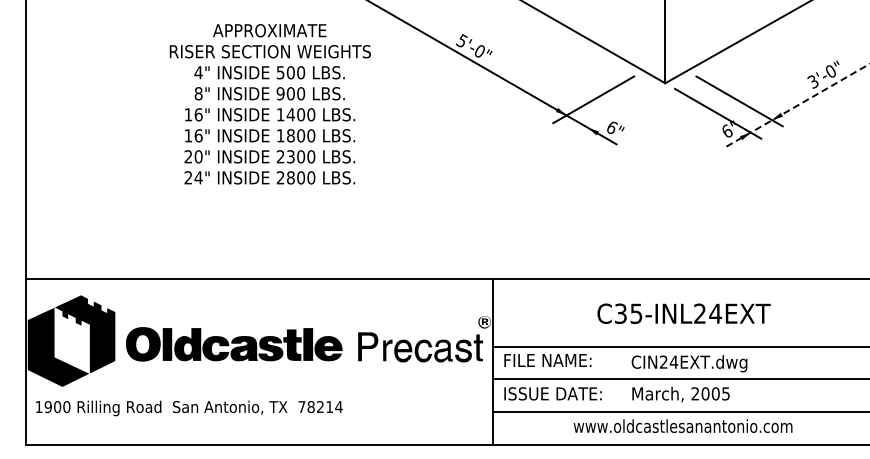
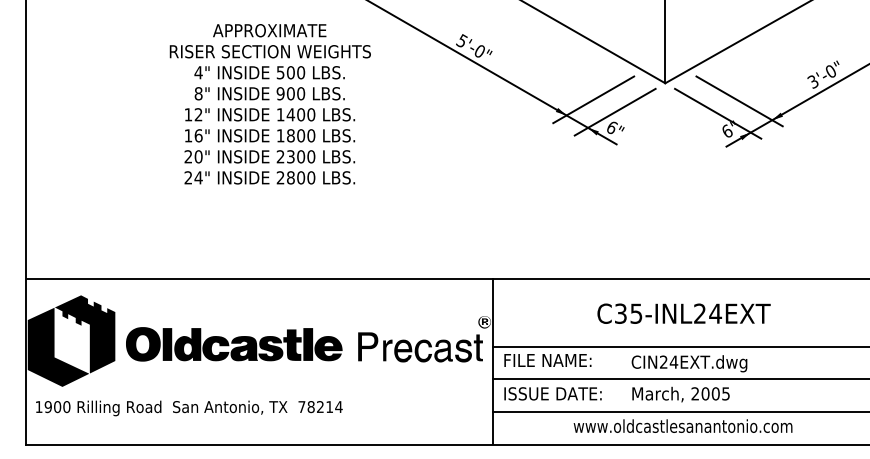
line at (798, 105): dashed -> solid
line at (614, 111): none -> present
text at (198, 114): 16" -> 12"
